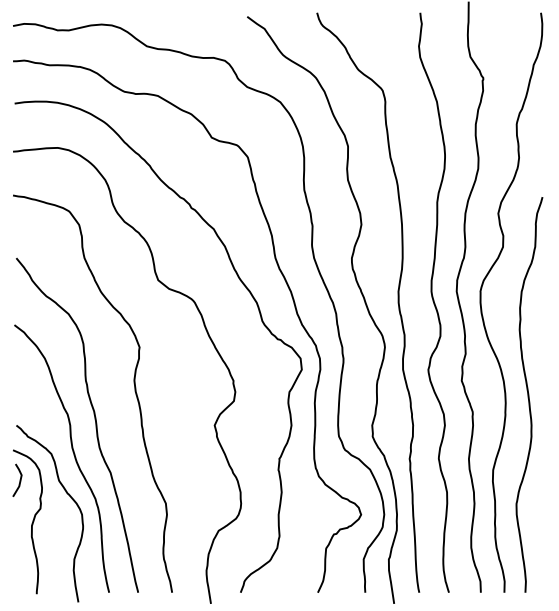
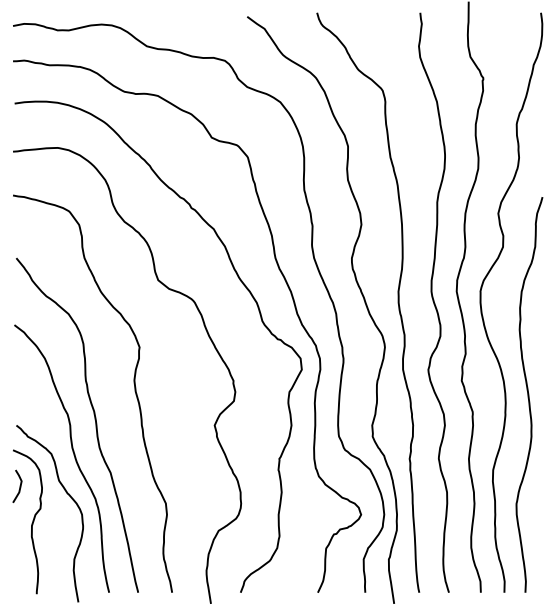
line at (19, 479) position: (19, 479) -> (19, 485)
